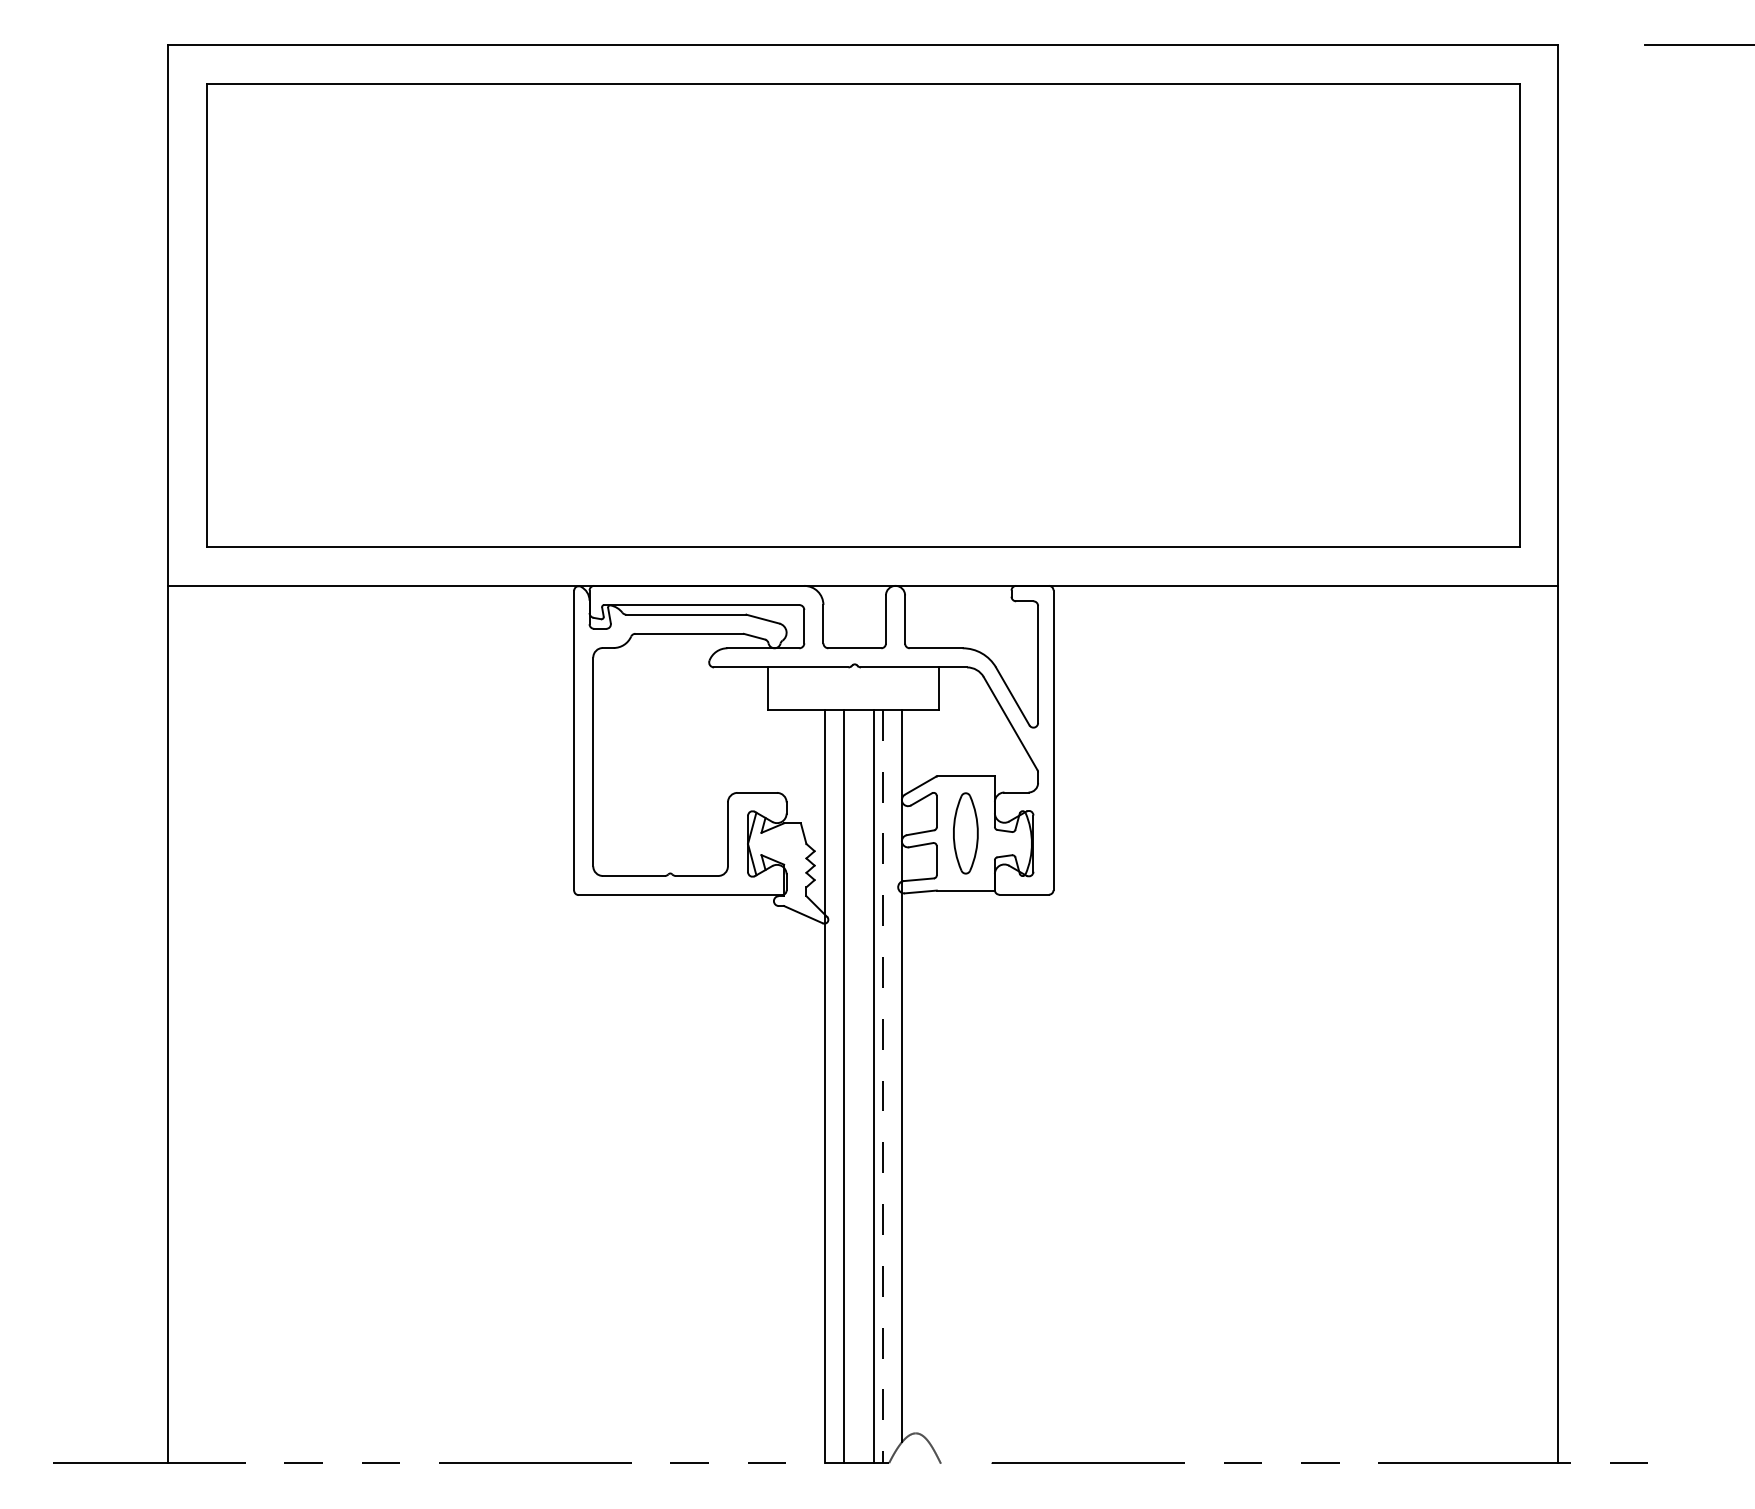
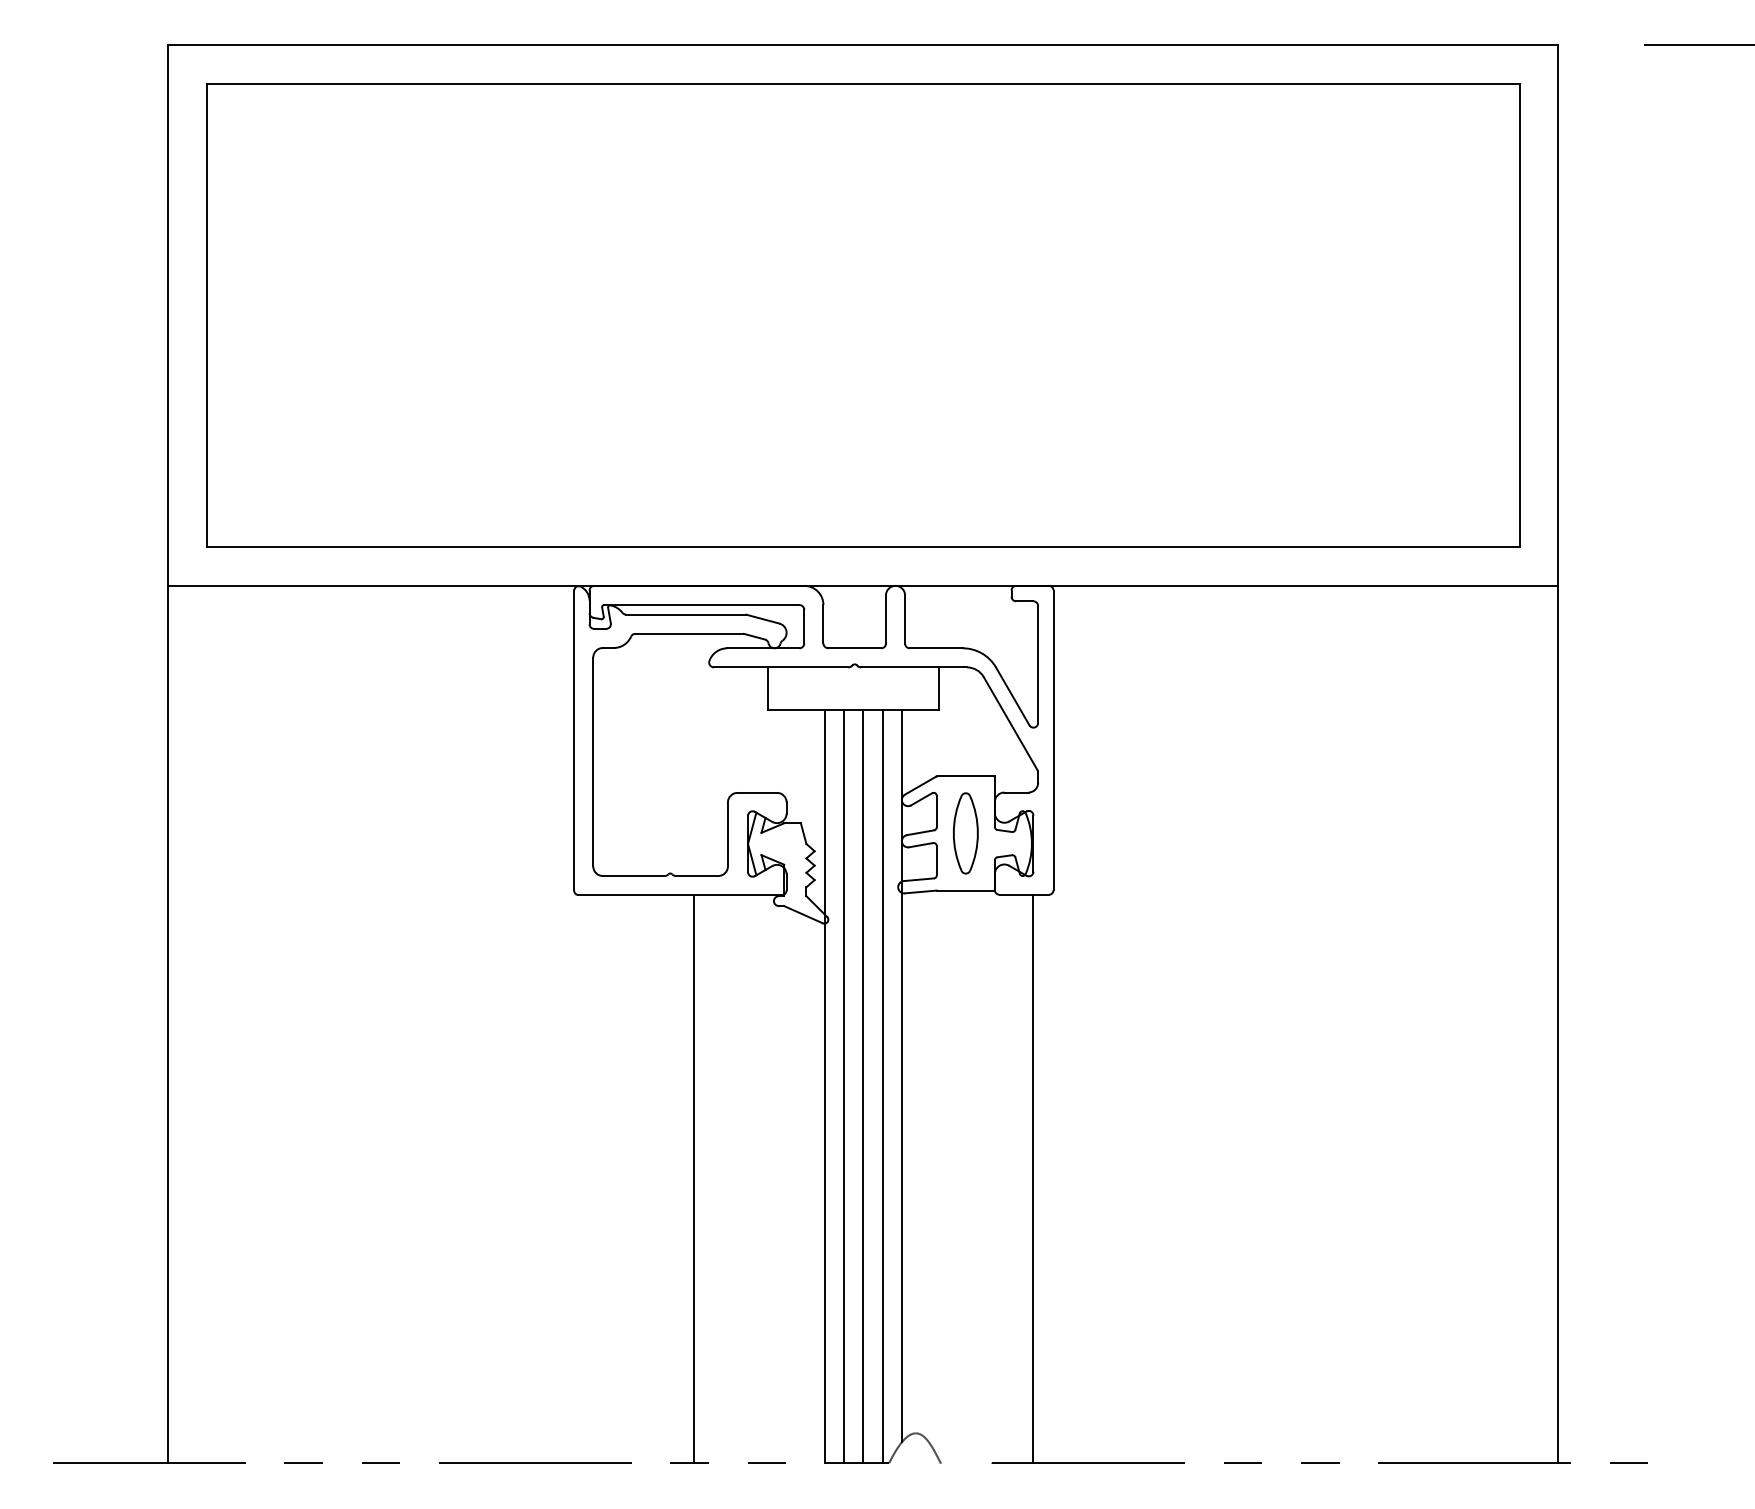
line at (874, 1086) position: (874, 1086) -> (863, 1086)
line at (882, 1086): dashed -> solid
line at (1032, 1178): none -> present
line at (694, 1179): none -> present
